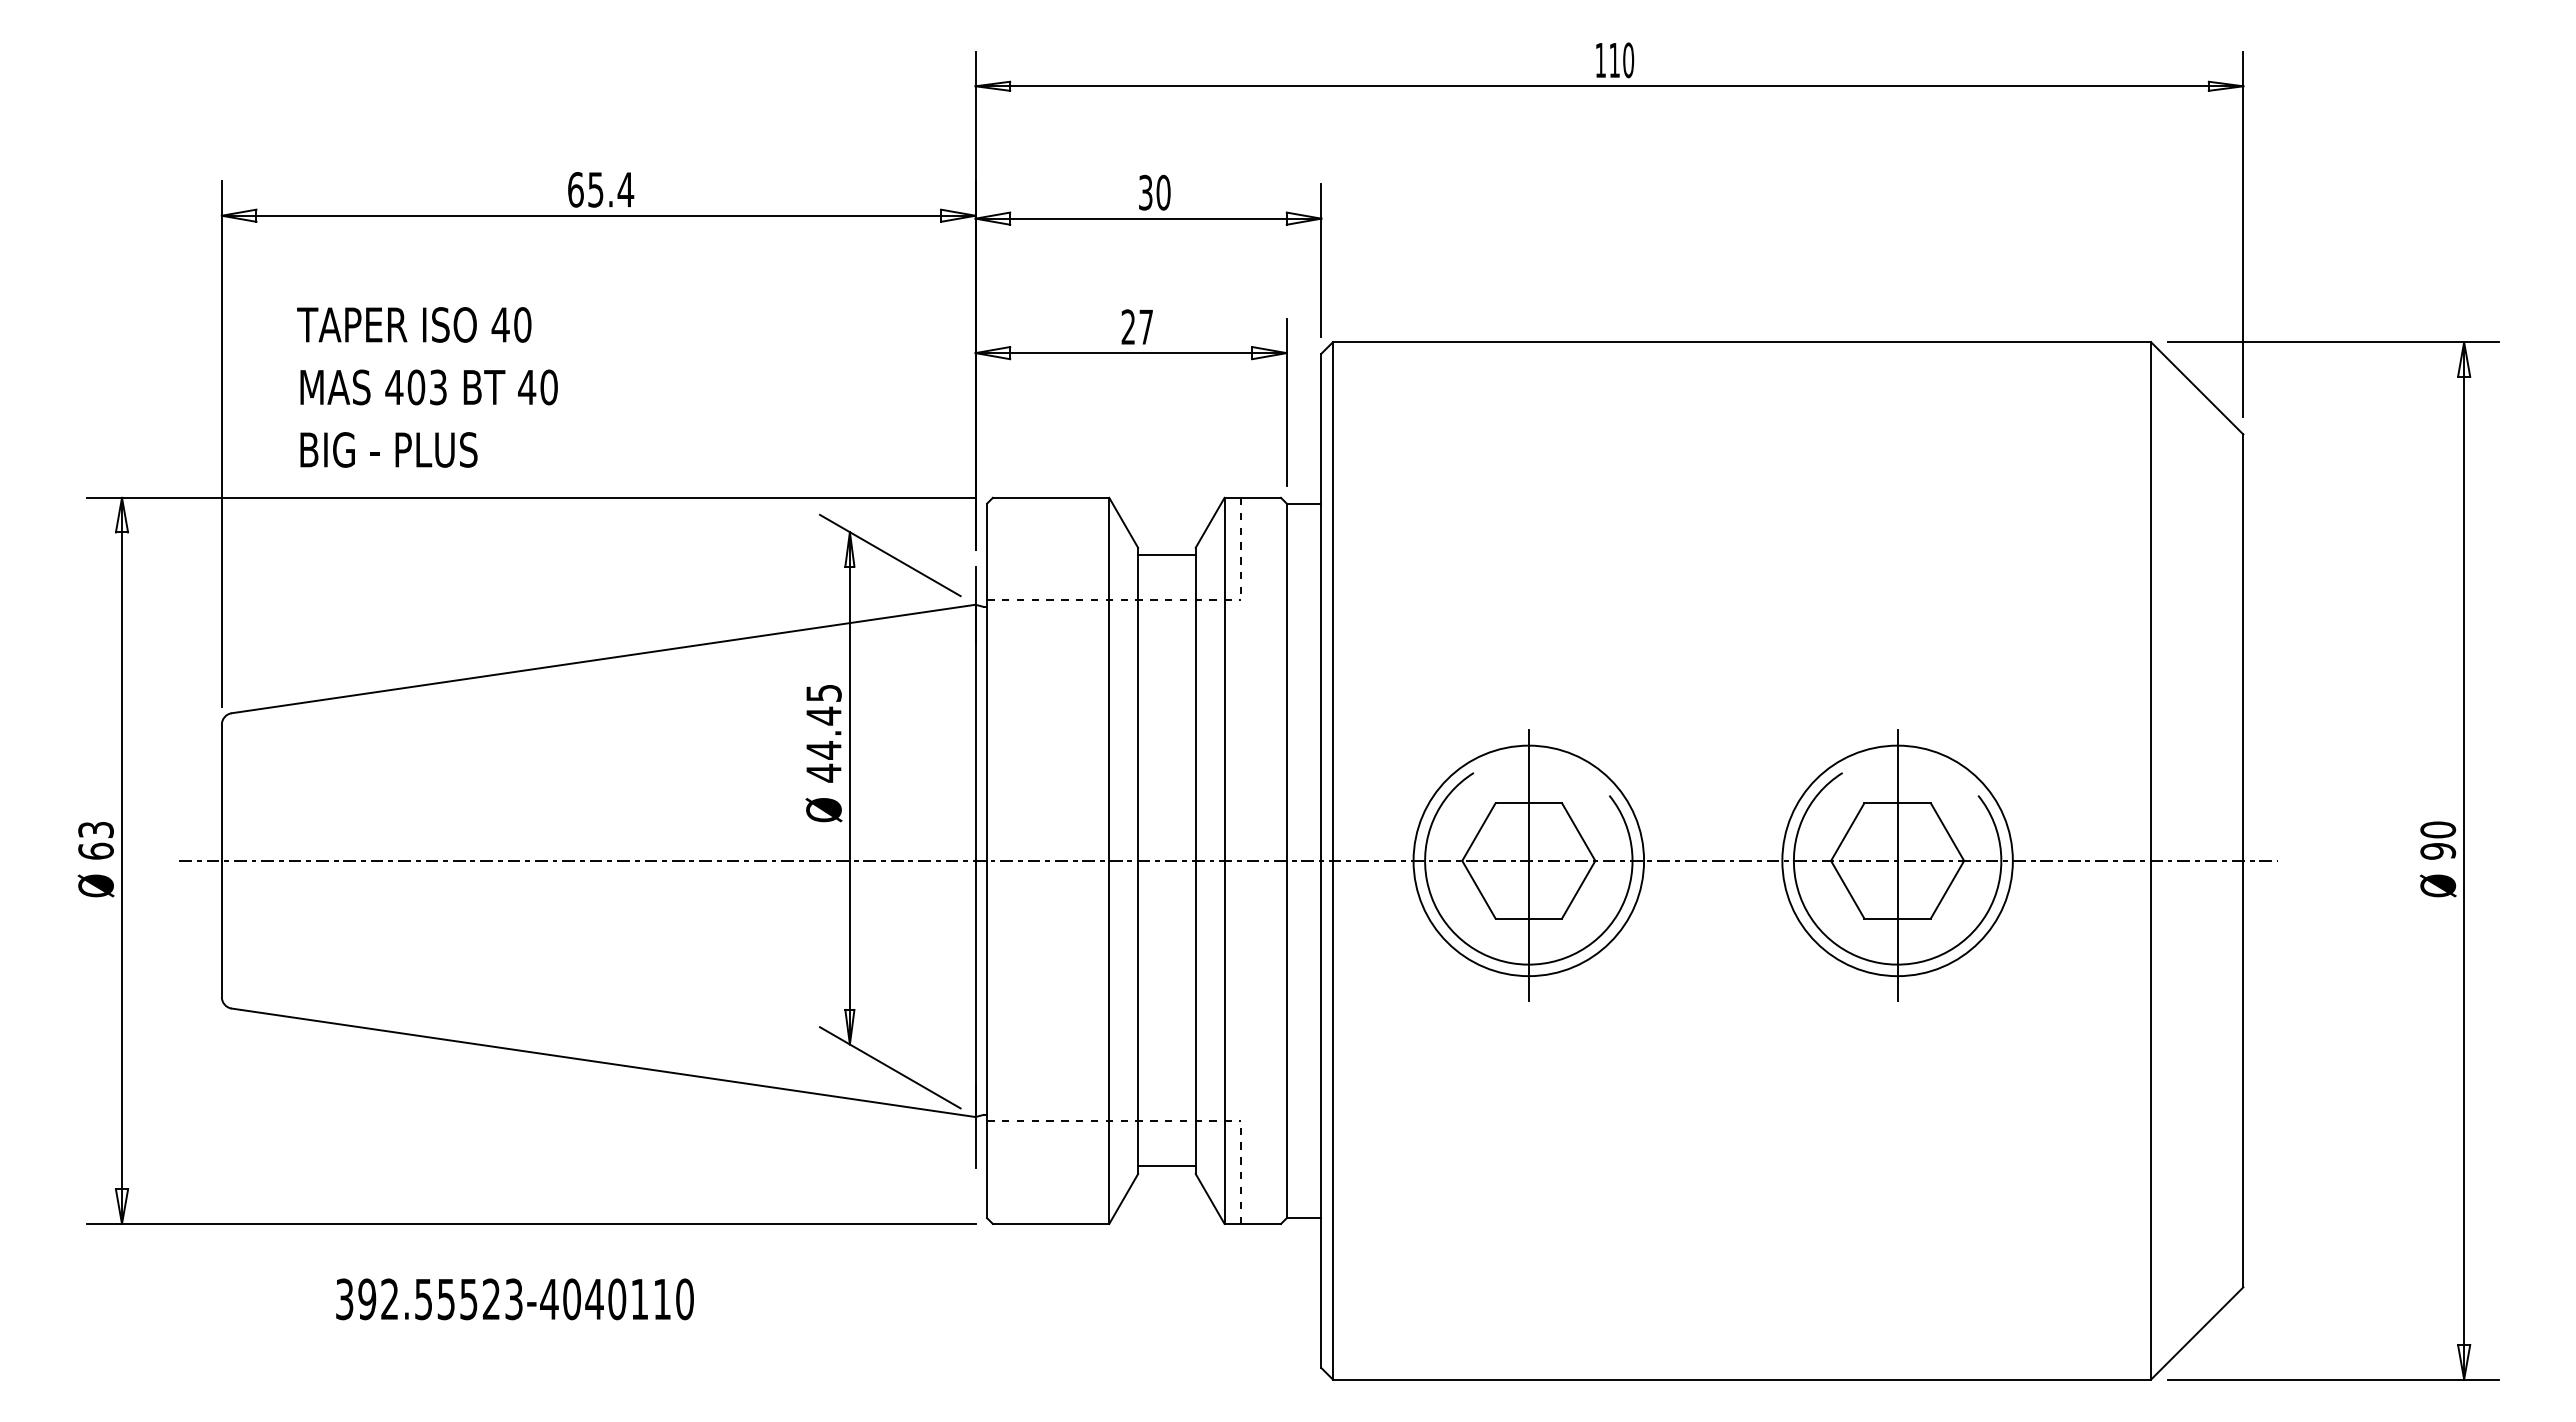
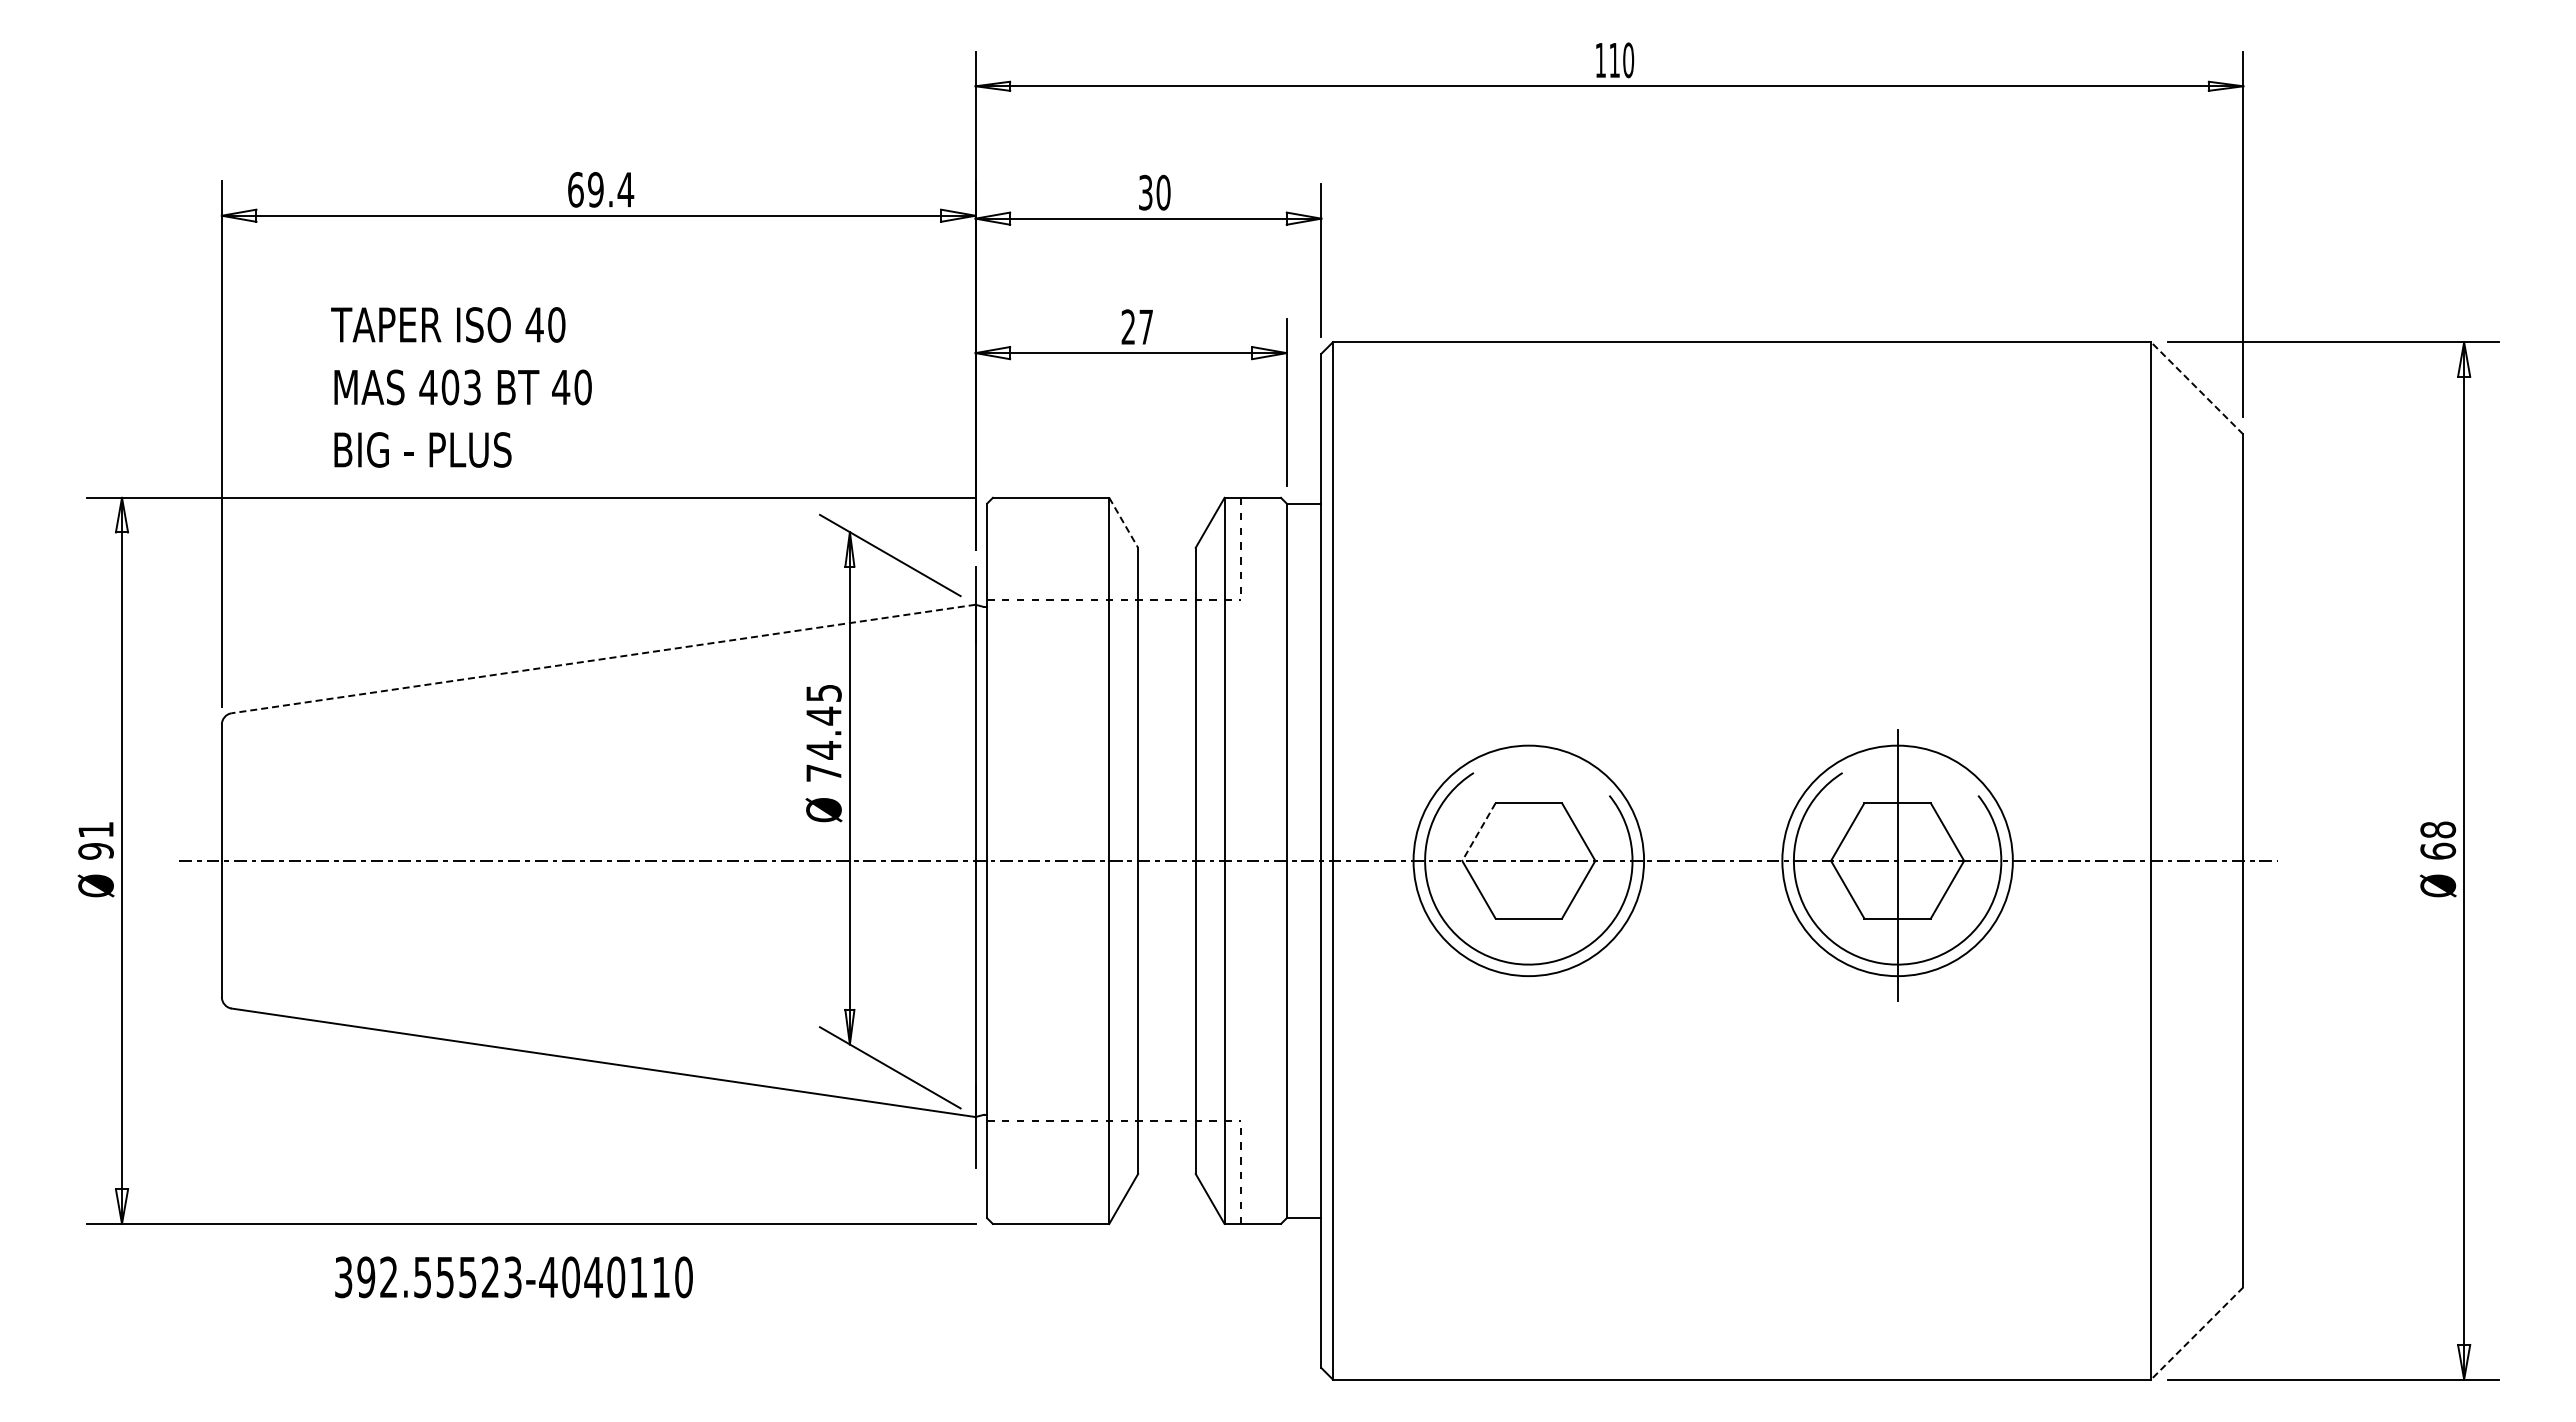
text at (595, 189): 65.4 -> 69.4
text at (427, 387) position: (427, 387) -> (461, 387)
line at (2196, 388): solid -> dashed
line at (1123, 522): solid -> dashed
line at (1166, 555): present -> none
line at (603, 659): solid -> dashed
text at (823, 772): 44.45 -> 74.45
line at (1478, 832): solid -> dashed
text at (95, 840): 63 -> 91
text at (2438, 840): 90 -> 68
line at (1528, 865): present -> none
line at (1166, 1166): present -> none
text at (514, 1299) position: (514, 1299) -> (513, 1277)
line at (2196, 1333): solid -> dashed
